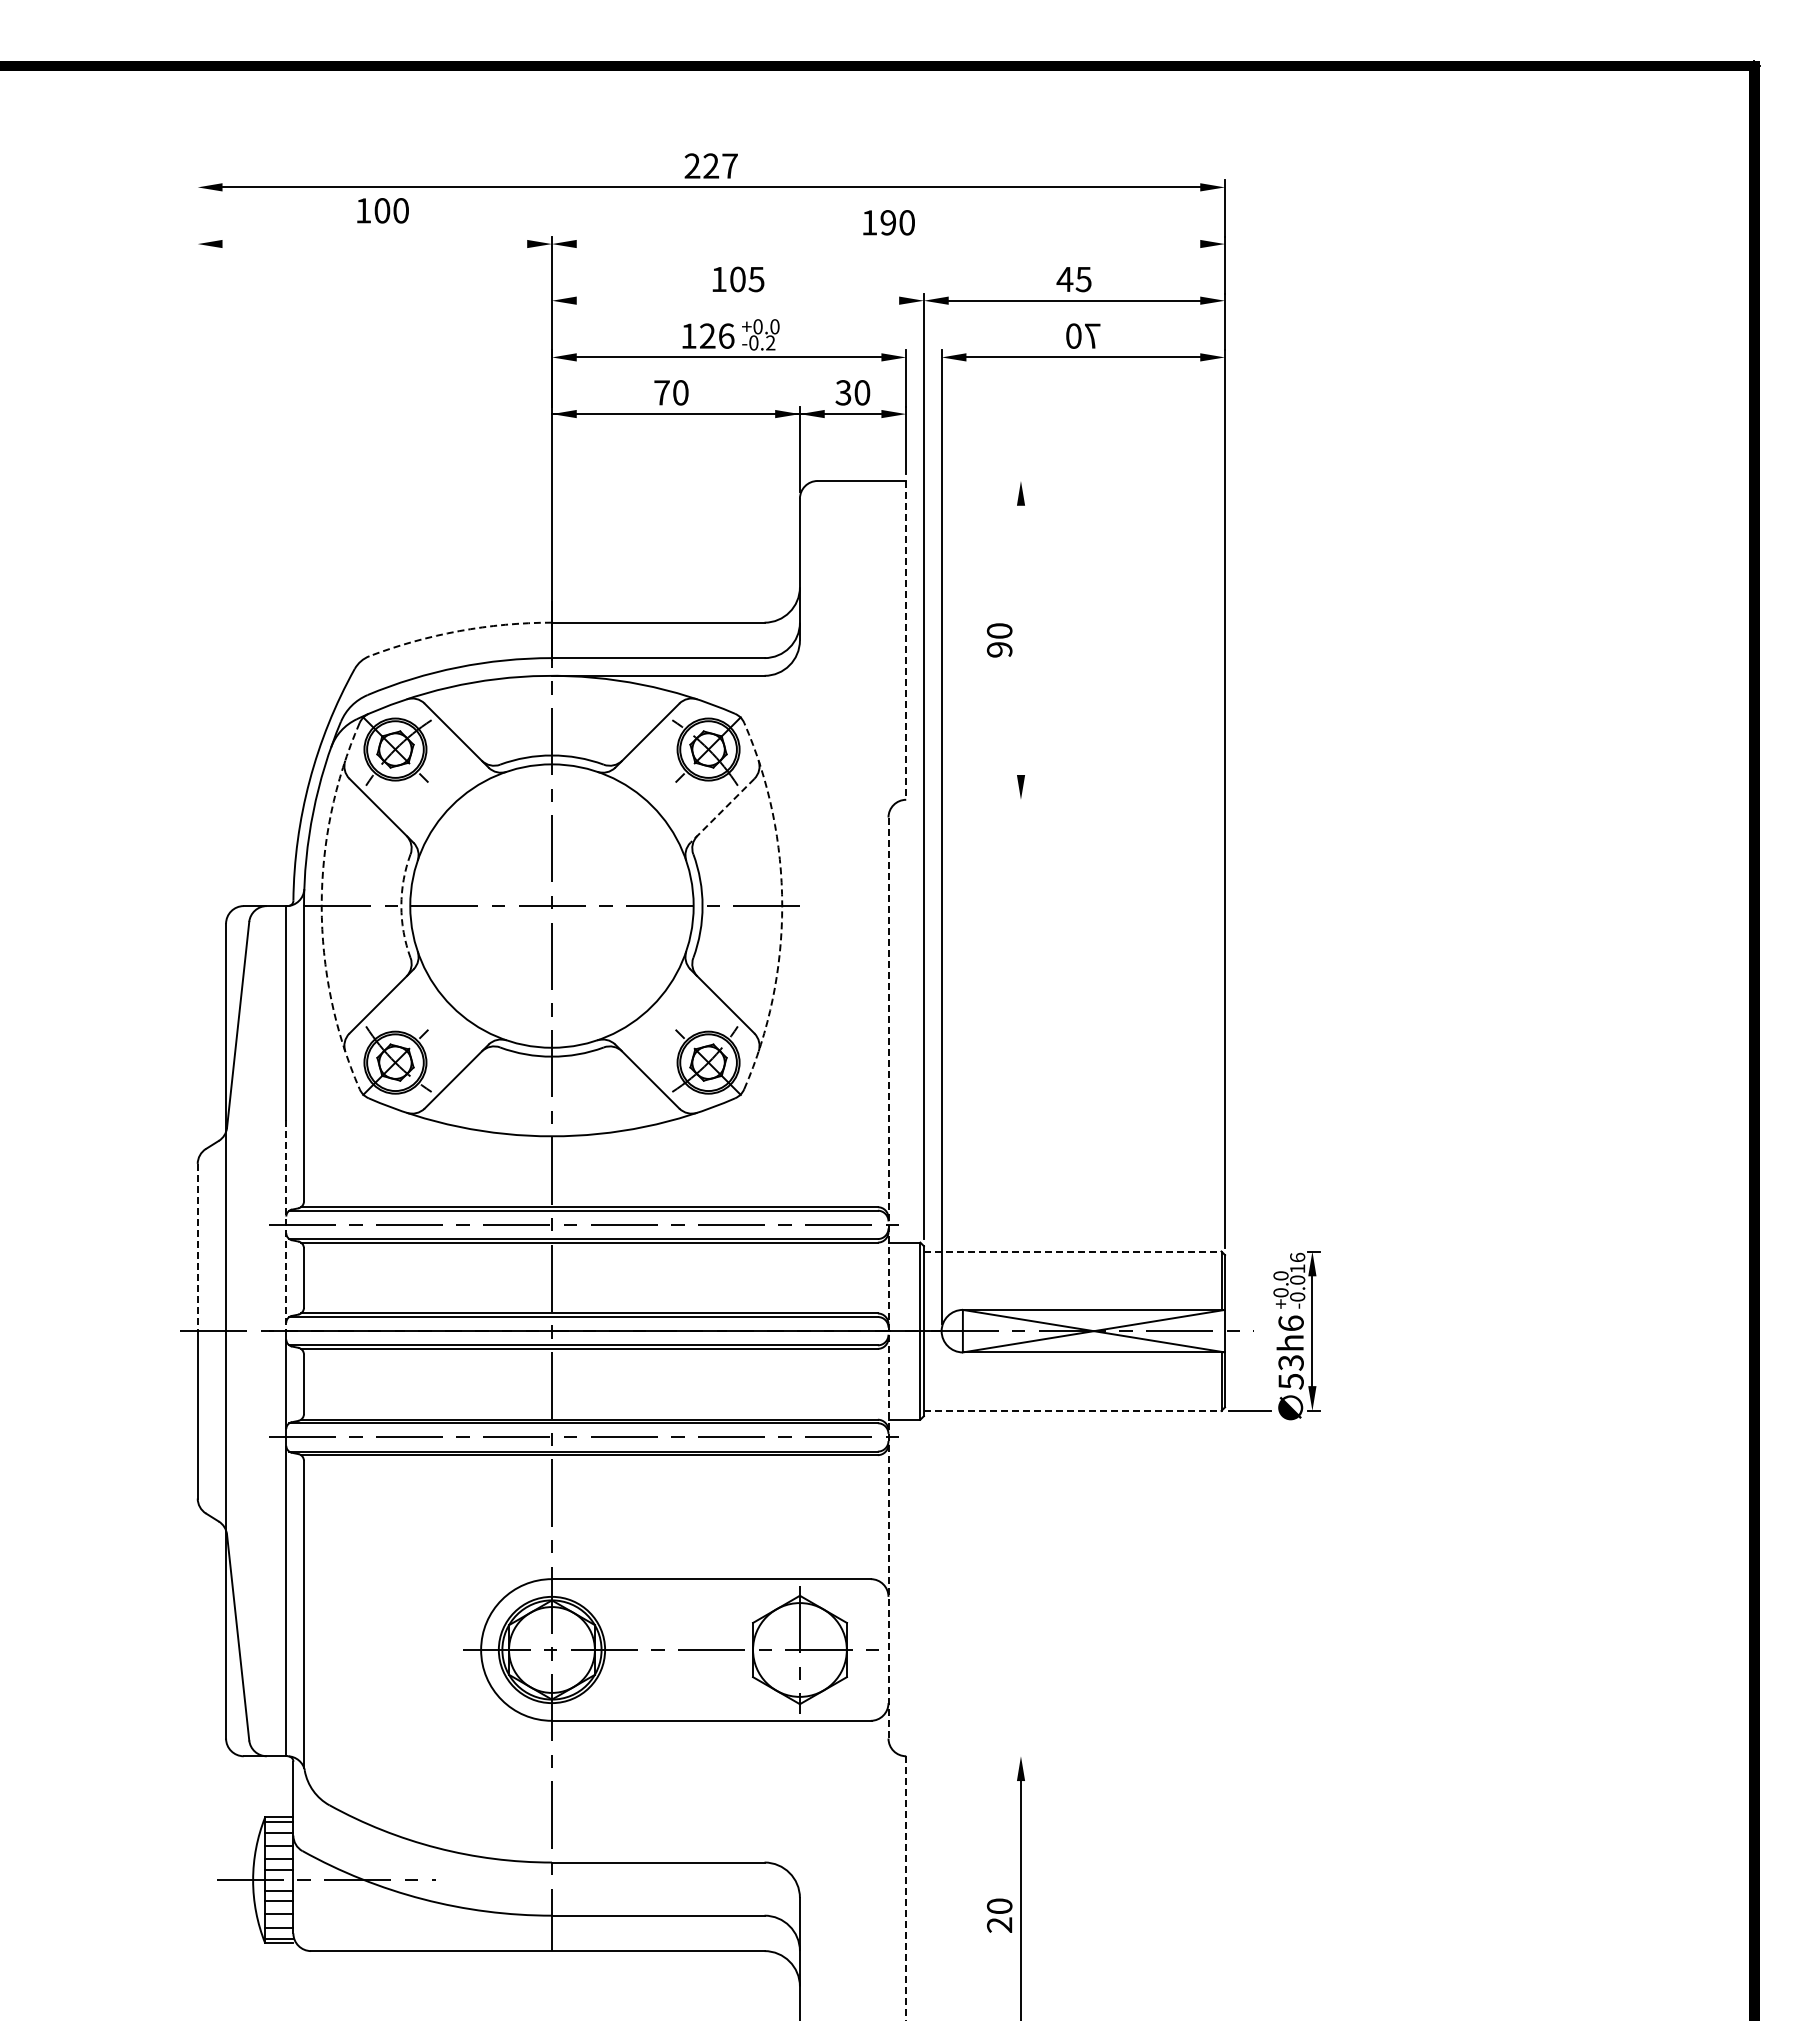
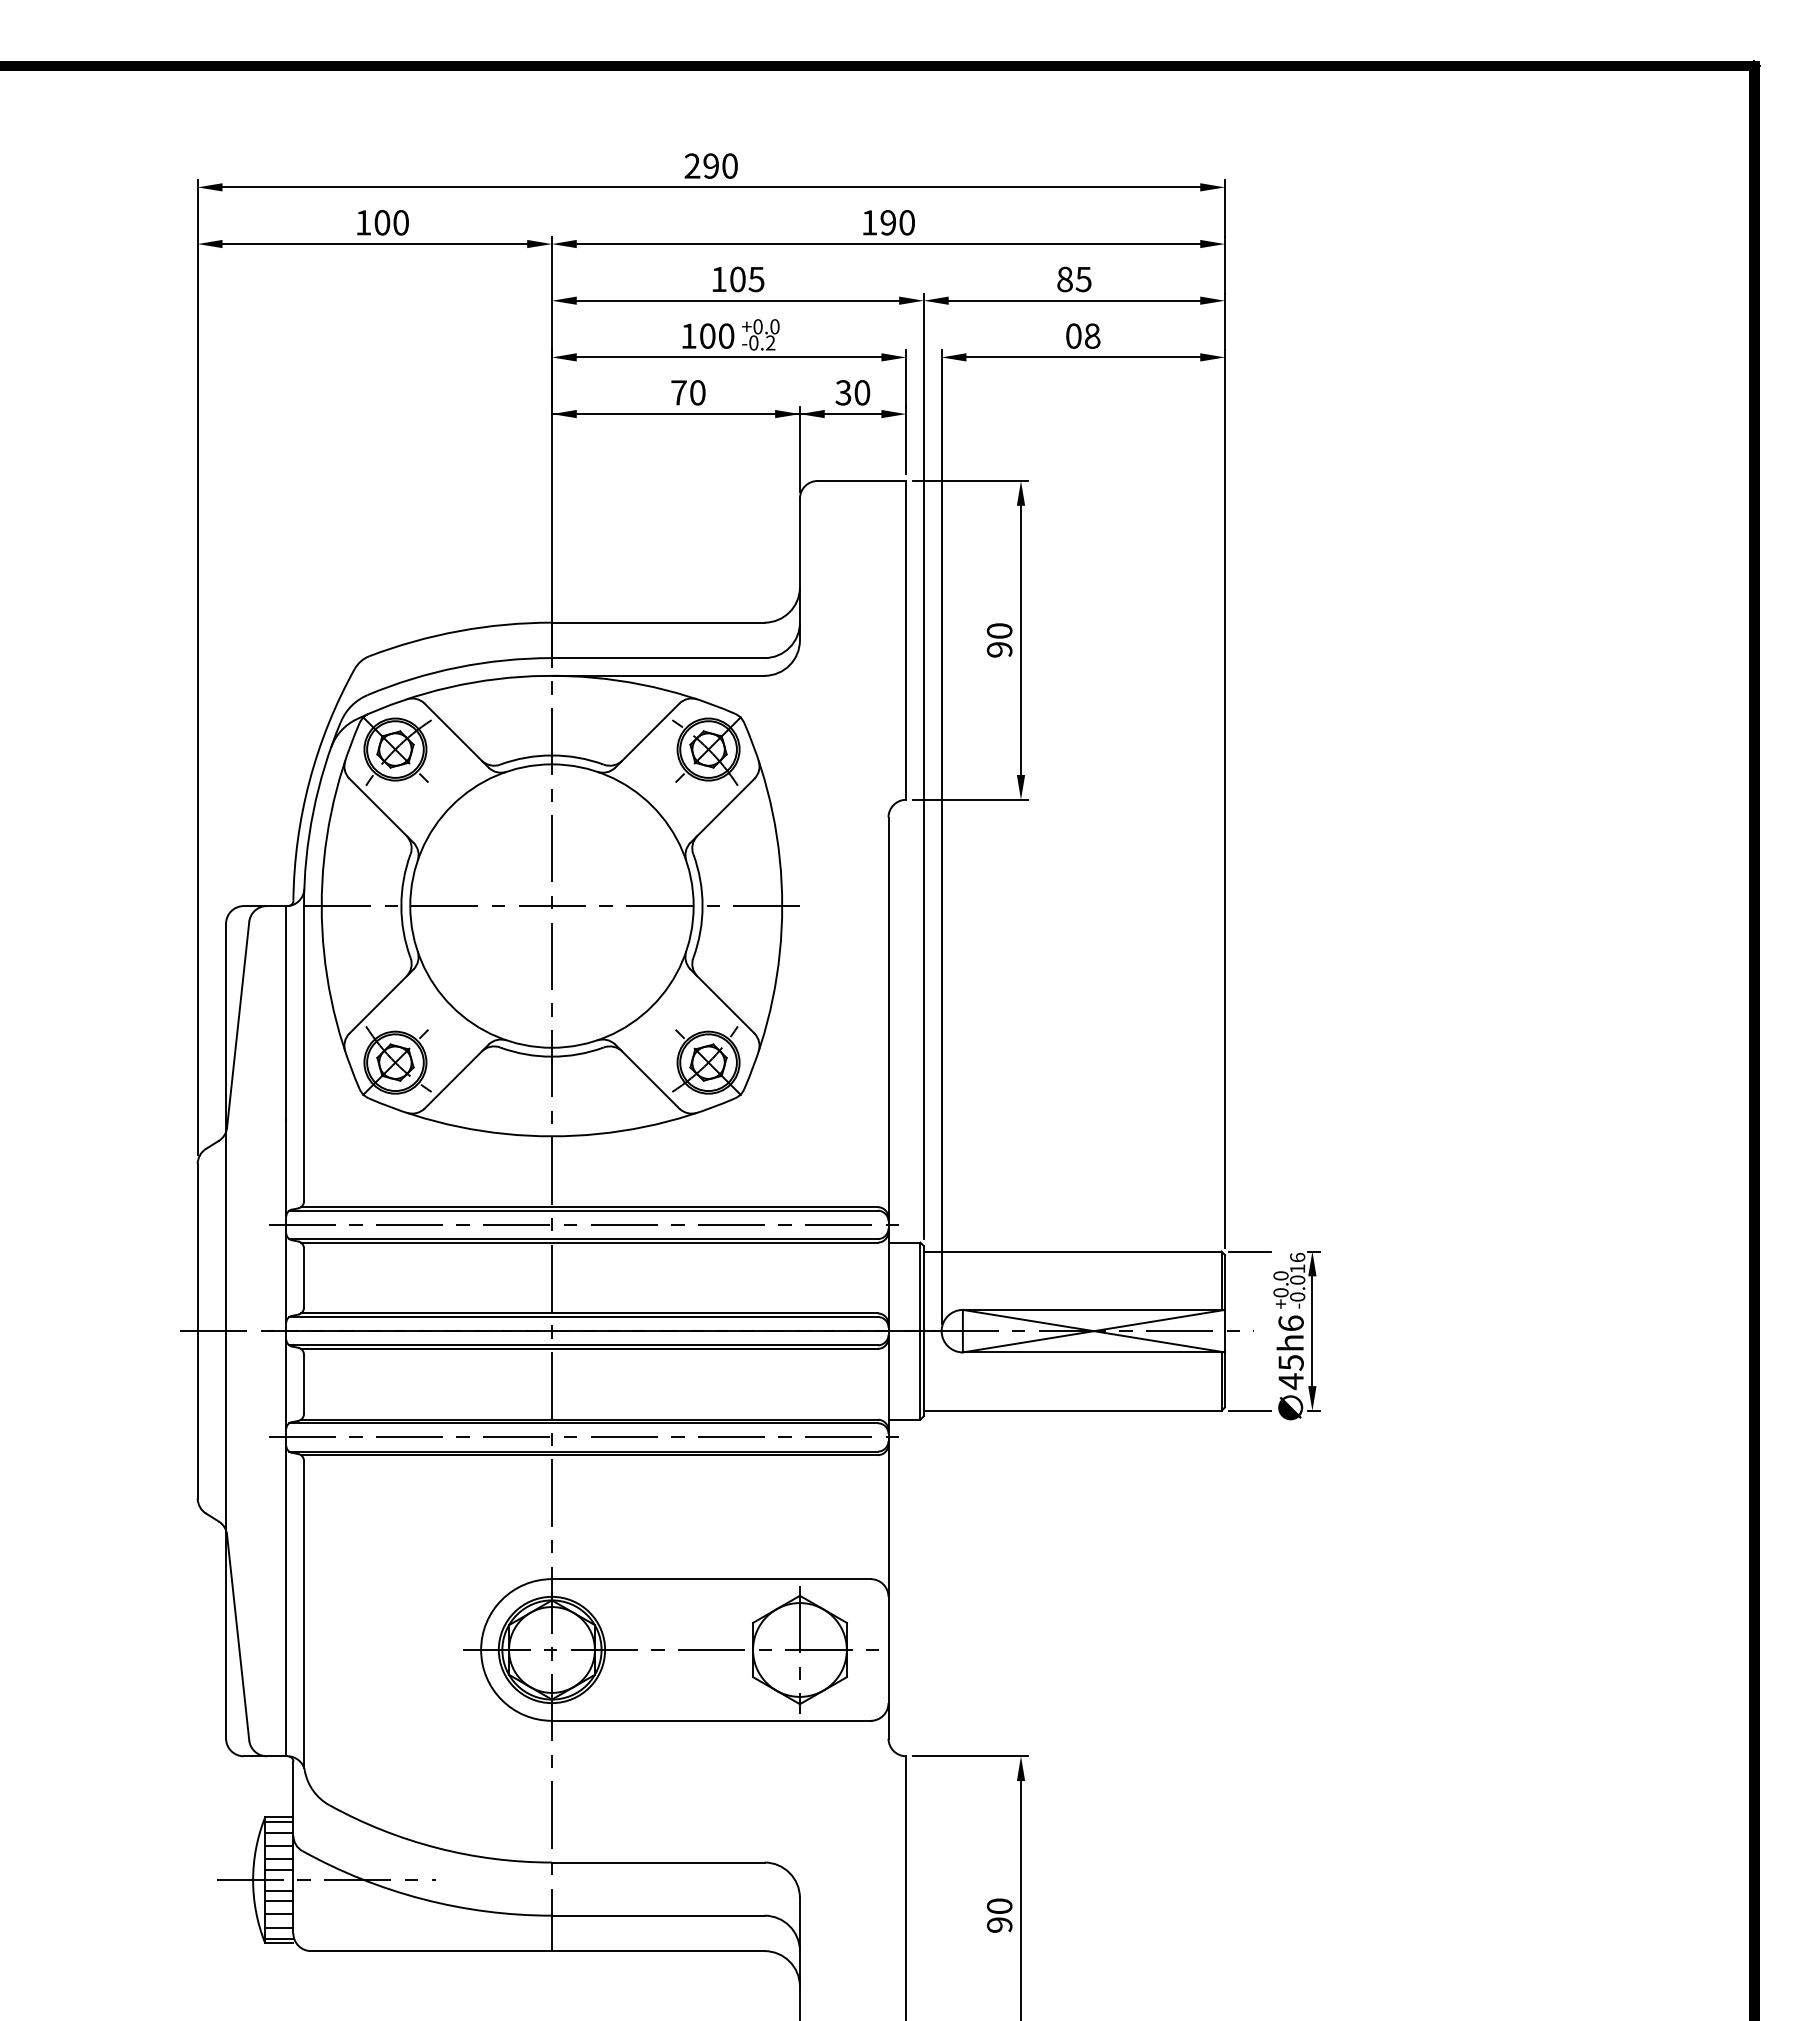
text at (720, 165): 227 -> 290
text at (382, 210) position: (382, 210) -> (382, 222)
line at (374, 244): none -> present
line at (888, 244): none -> present
text at (1064, 279): 45 -> 85
line at (737, 300): none -> present
text at (717, 335): 126 -> 100
text at (1092, 335): 70 -> 80
text at (671, 392) position: (671, 392) -> (688, 392)
line at (970, 480): none -> present
arc at (459, 631): dashed -> solid
line at (906, 640): dashed -> solid
line at (1020, 640): none -> present
line at (197, 667): none -> present
line at (970, 799): none -> present
line at (722, 811): dashed -> solid
arc at (321, 906): dashed -> solid
arc at (401, 906): dashed -> solid
arc at (782, 906): dashed -> solid
line at (286, 1225): dashed -> solid
line at (197, 1247): dashed -> solid
line at (1072, 1251): dashed -> solid
line at (1249, 1251): none -> present
line at (888, 1278): dashed -> solid
text at (1290, 1372): 53h6 -> 45h6
line at (1072, 1410): dashed -> solid
line at (970, 1756): none -> present
line at (906, 1888): dashed -> solid
text at (999, 1924): 20 -> 90
